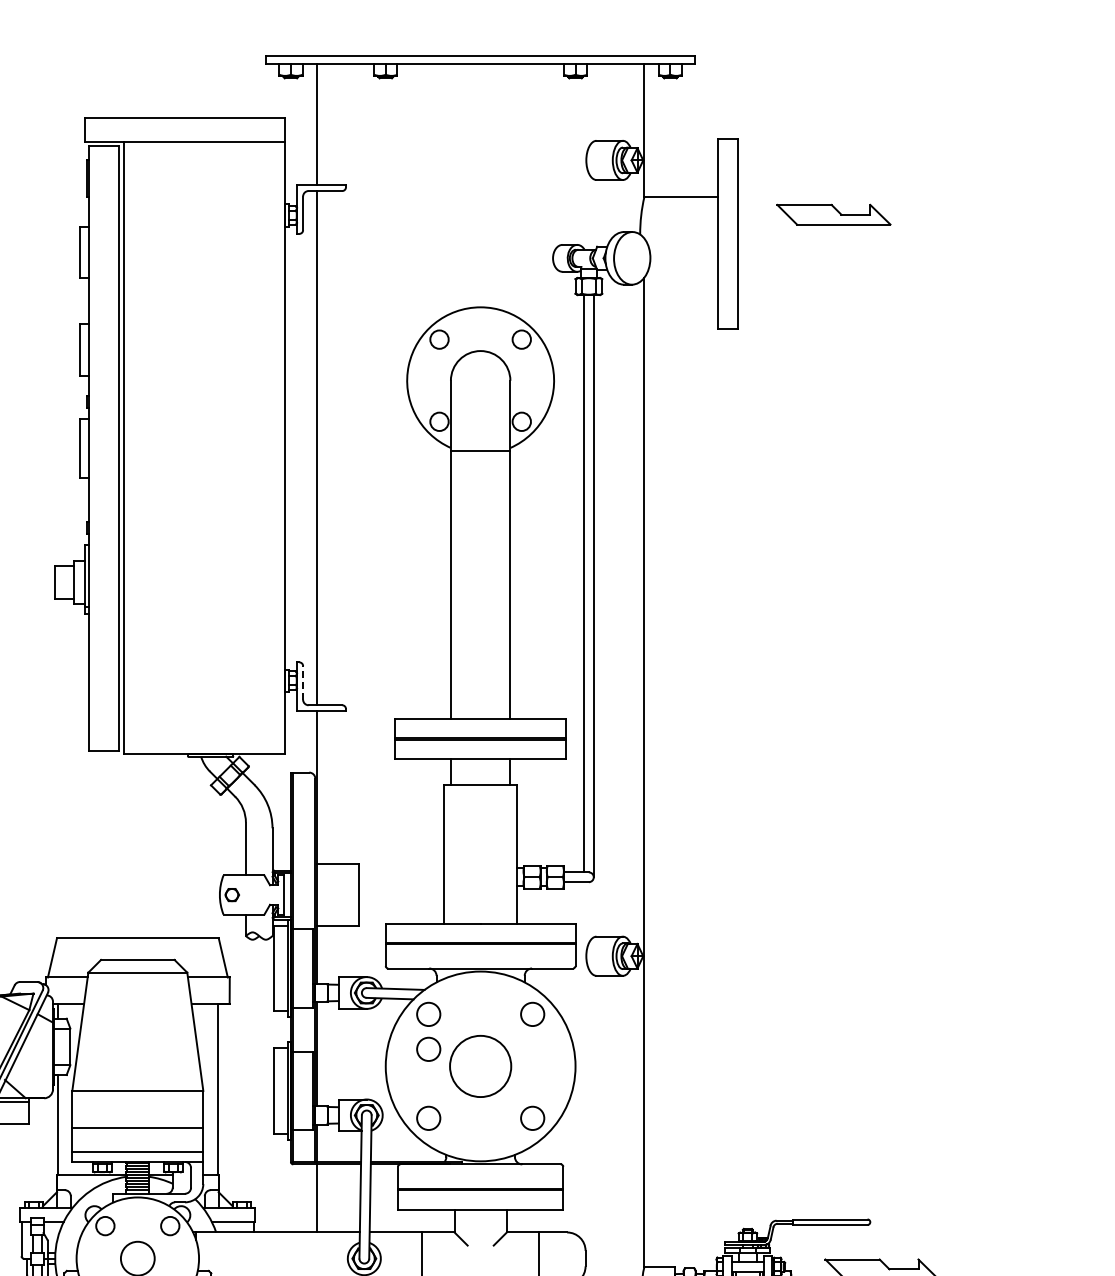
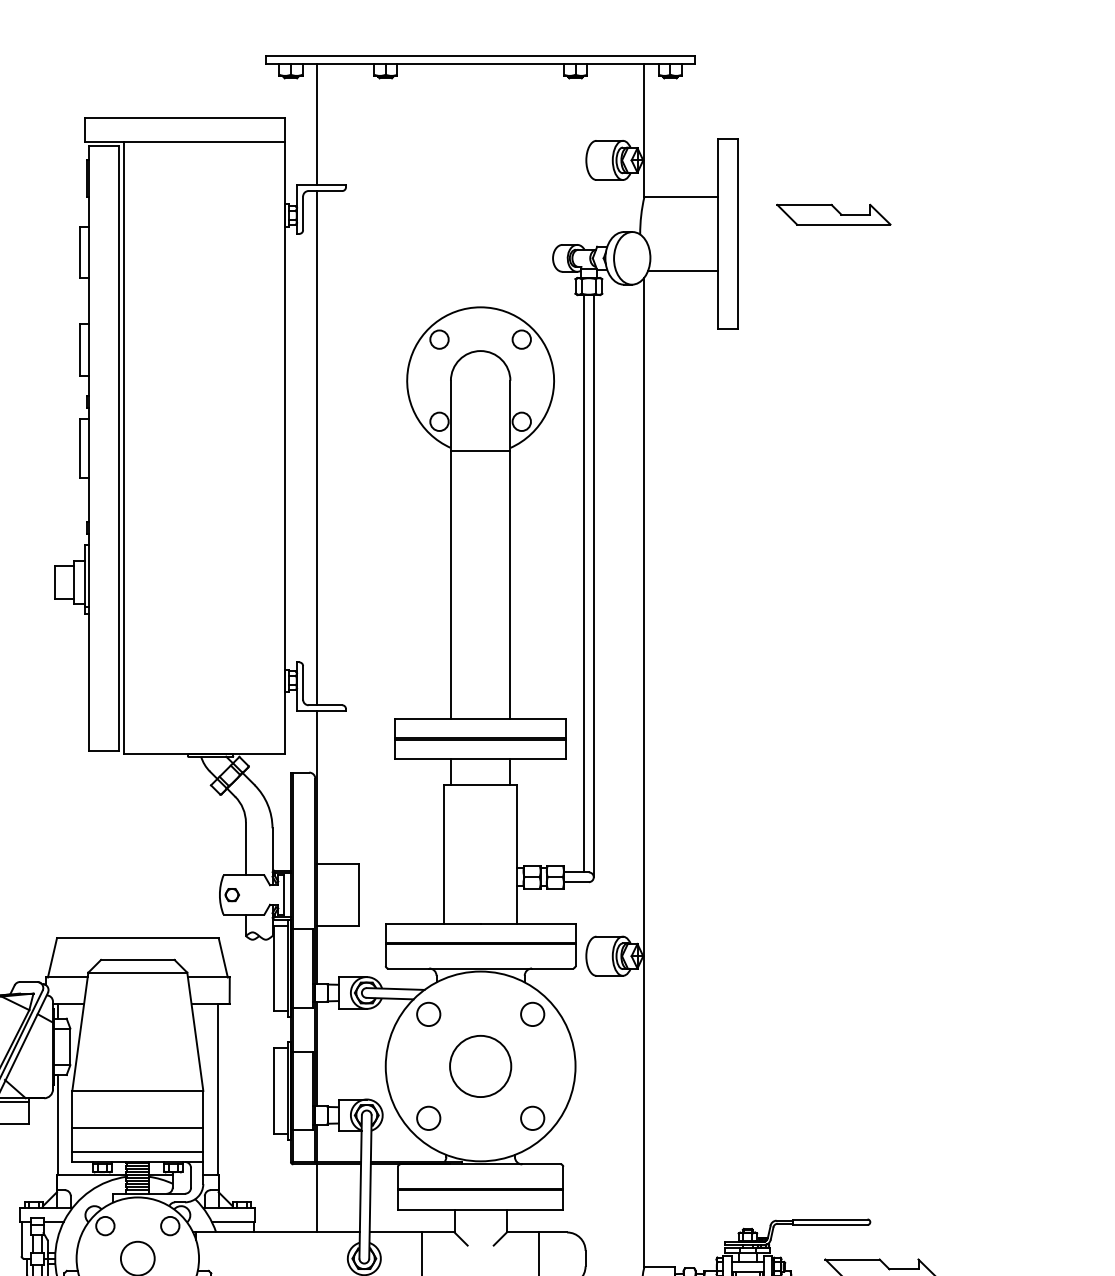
line at (683, 270): none -> present
line at (303, 682): dashed -> solid
circle at (428, 1048): present -> none
